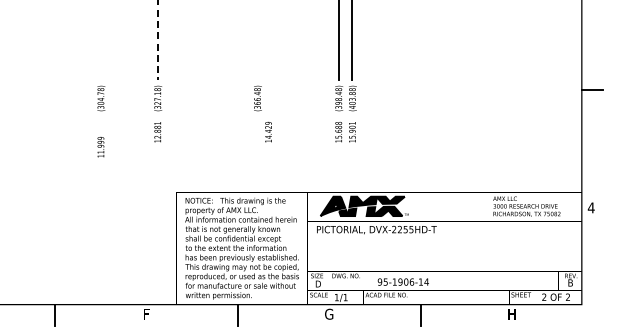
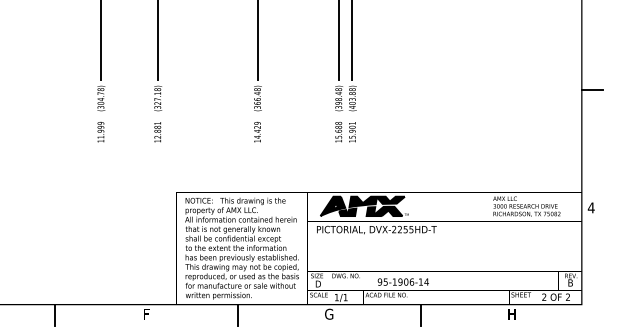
line at (157, 40): dashed -> solid
line at (100, 41): none -> present
line at (257, 41): none -> present
text at (268, 132) position: (268, 132) -> (257, 132)
text at (100, 147) position: (100, 147) -> (100, 132)
